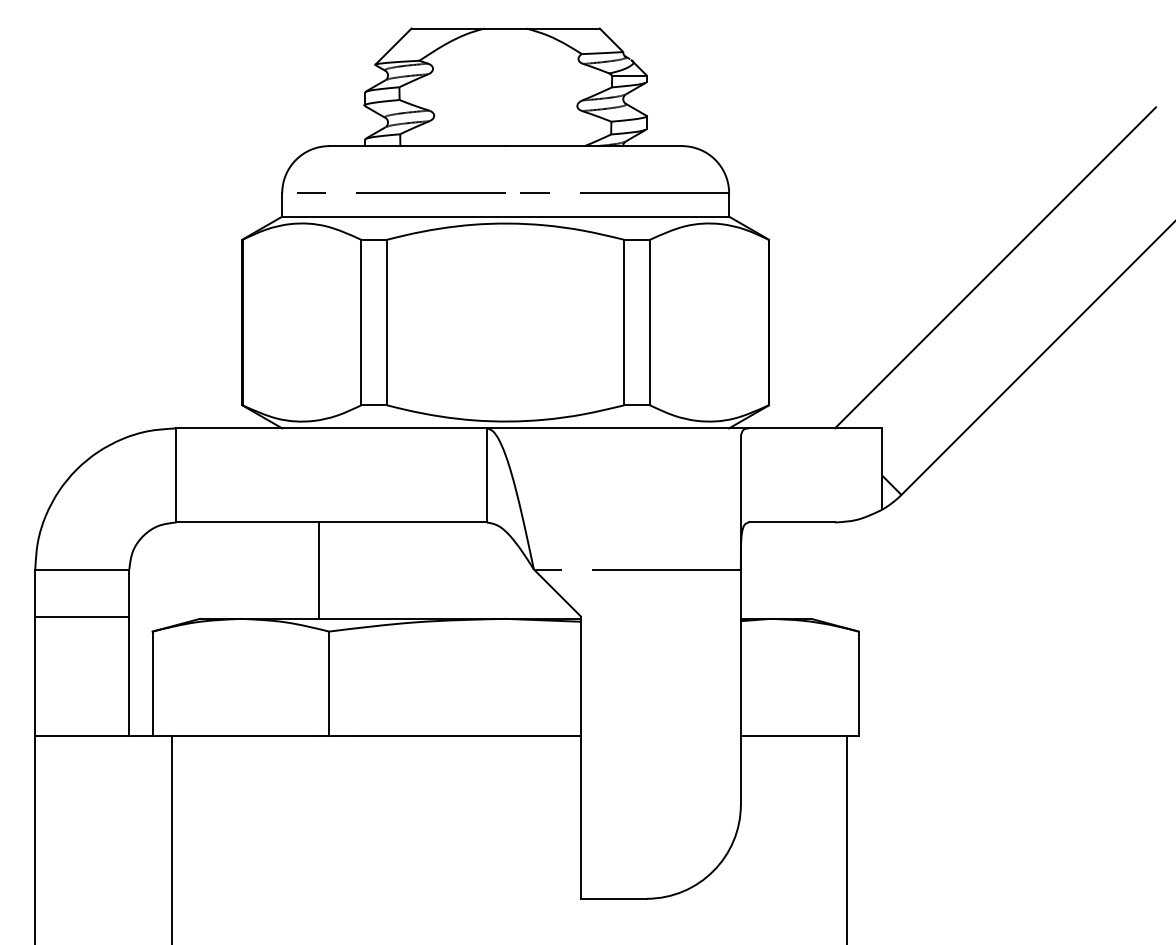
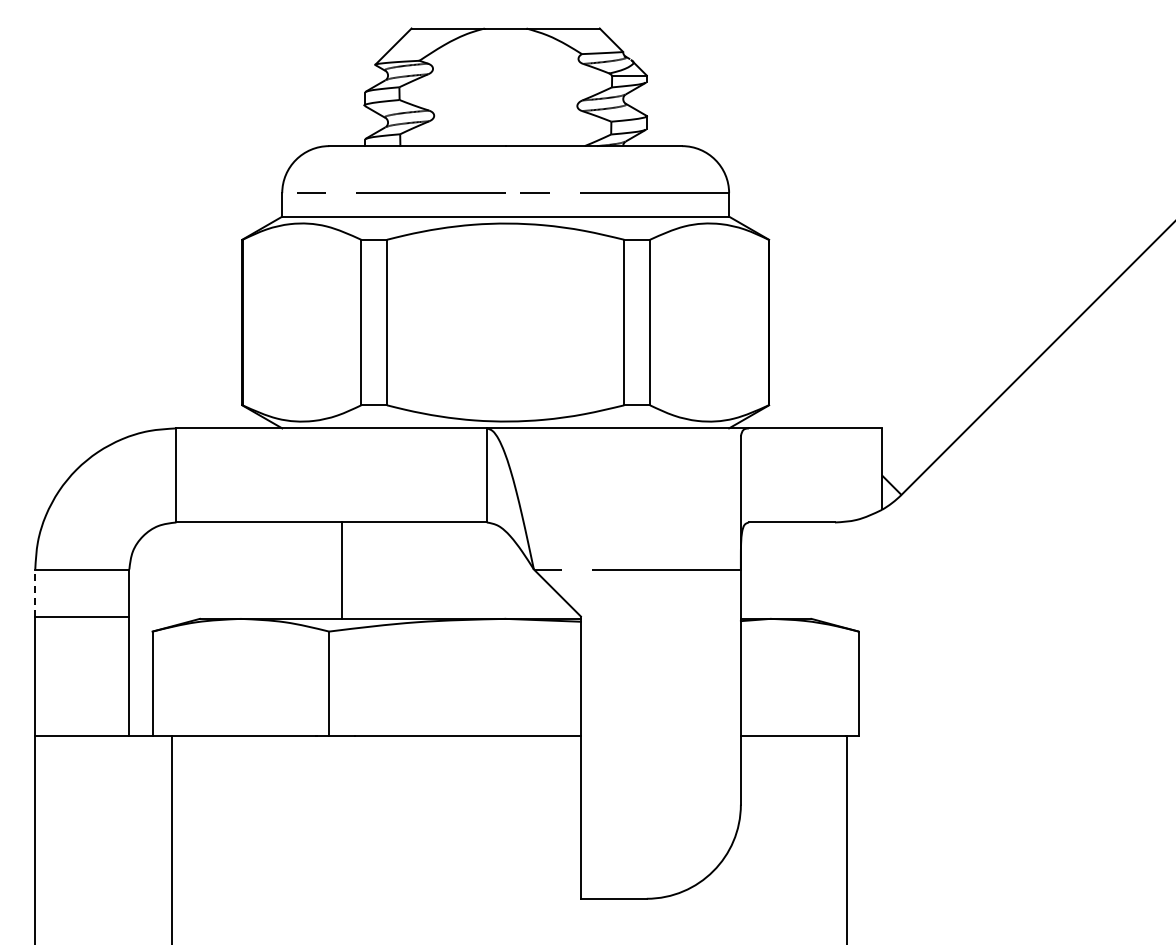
line at (995, 267): present -> none
line at (318, 570) position: (318, 570) -> (341, 570)
line at (35, 593): solid -> dashed
